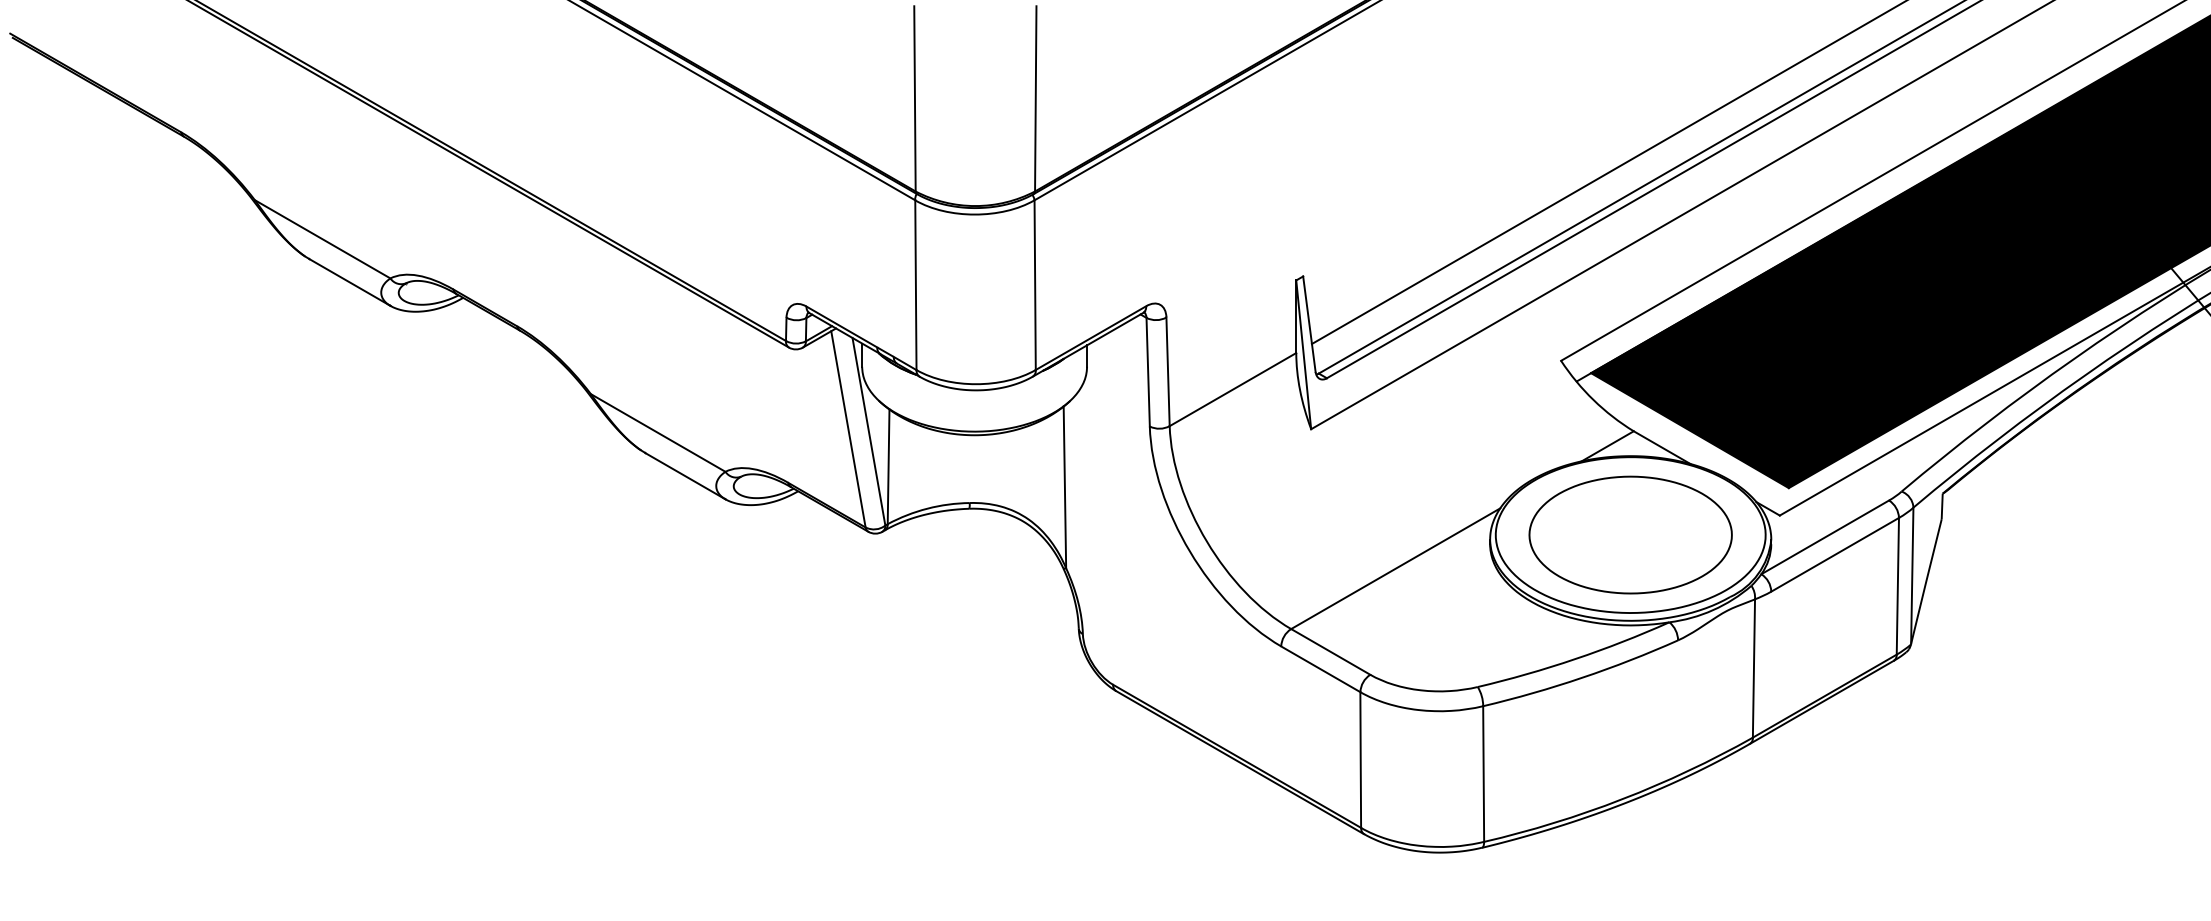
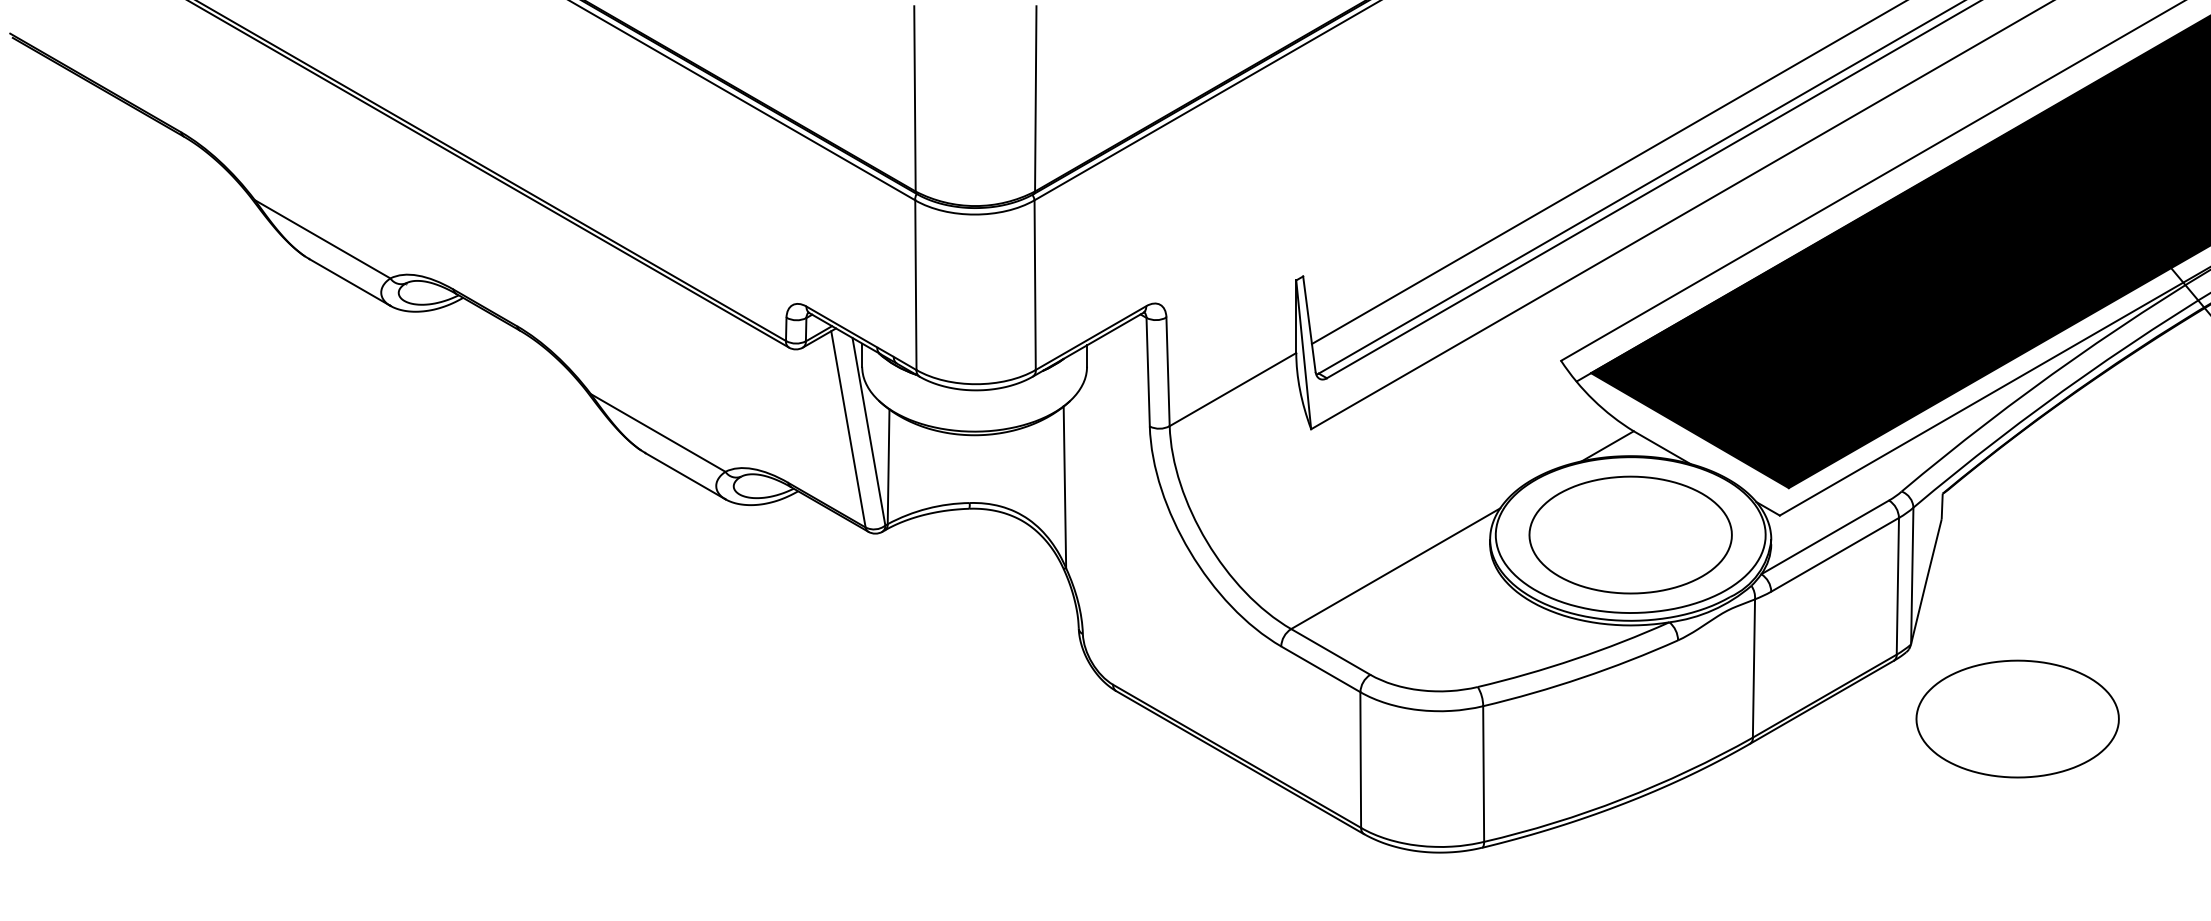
part at (2017, 718): none -> present
